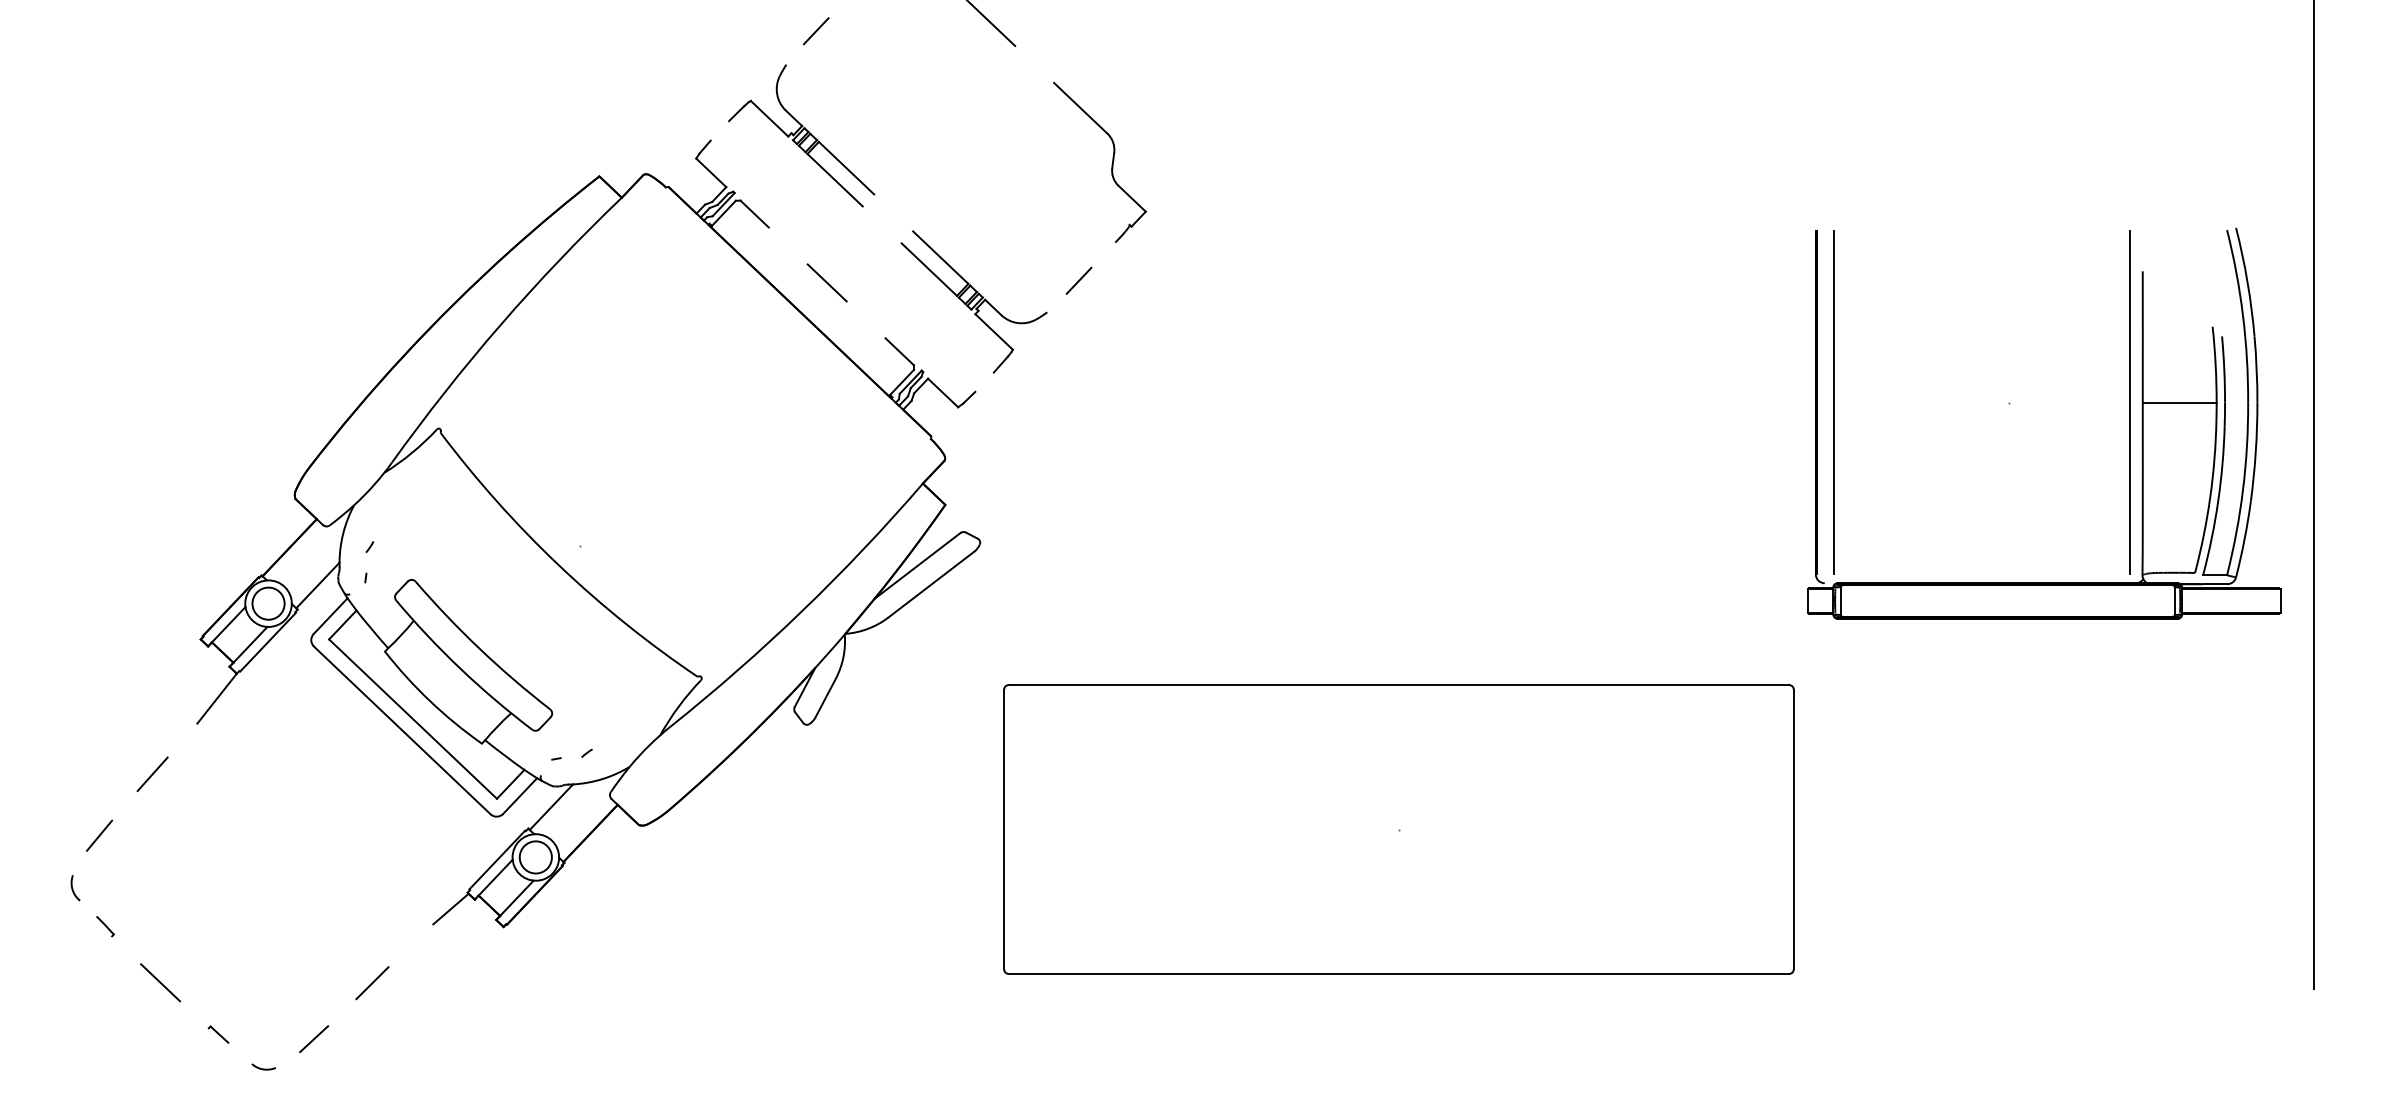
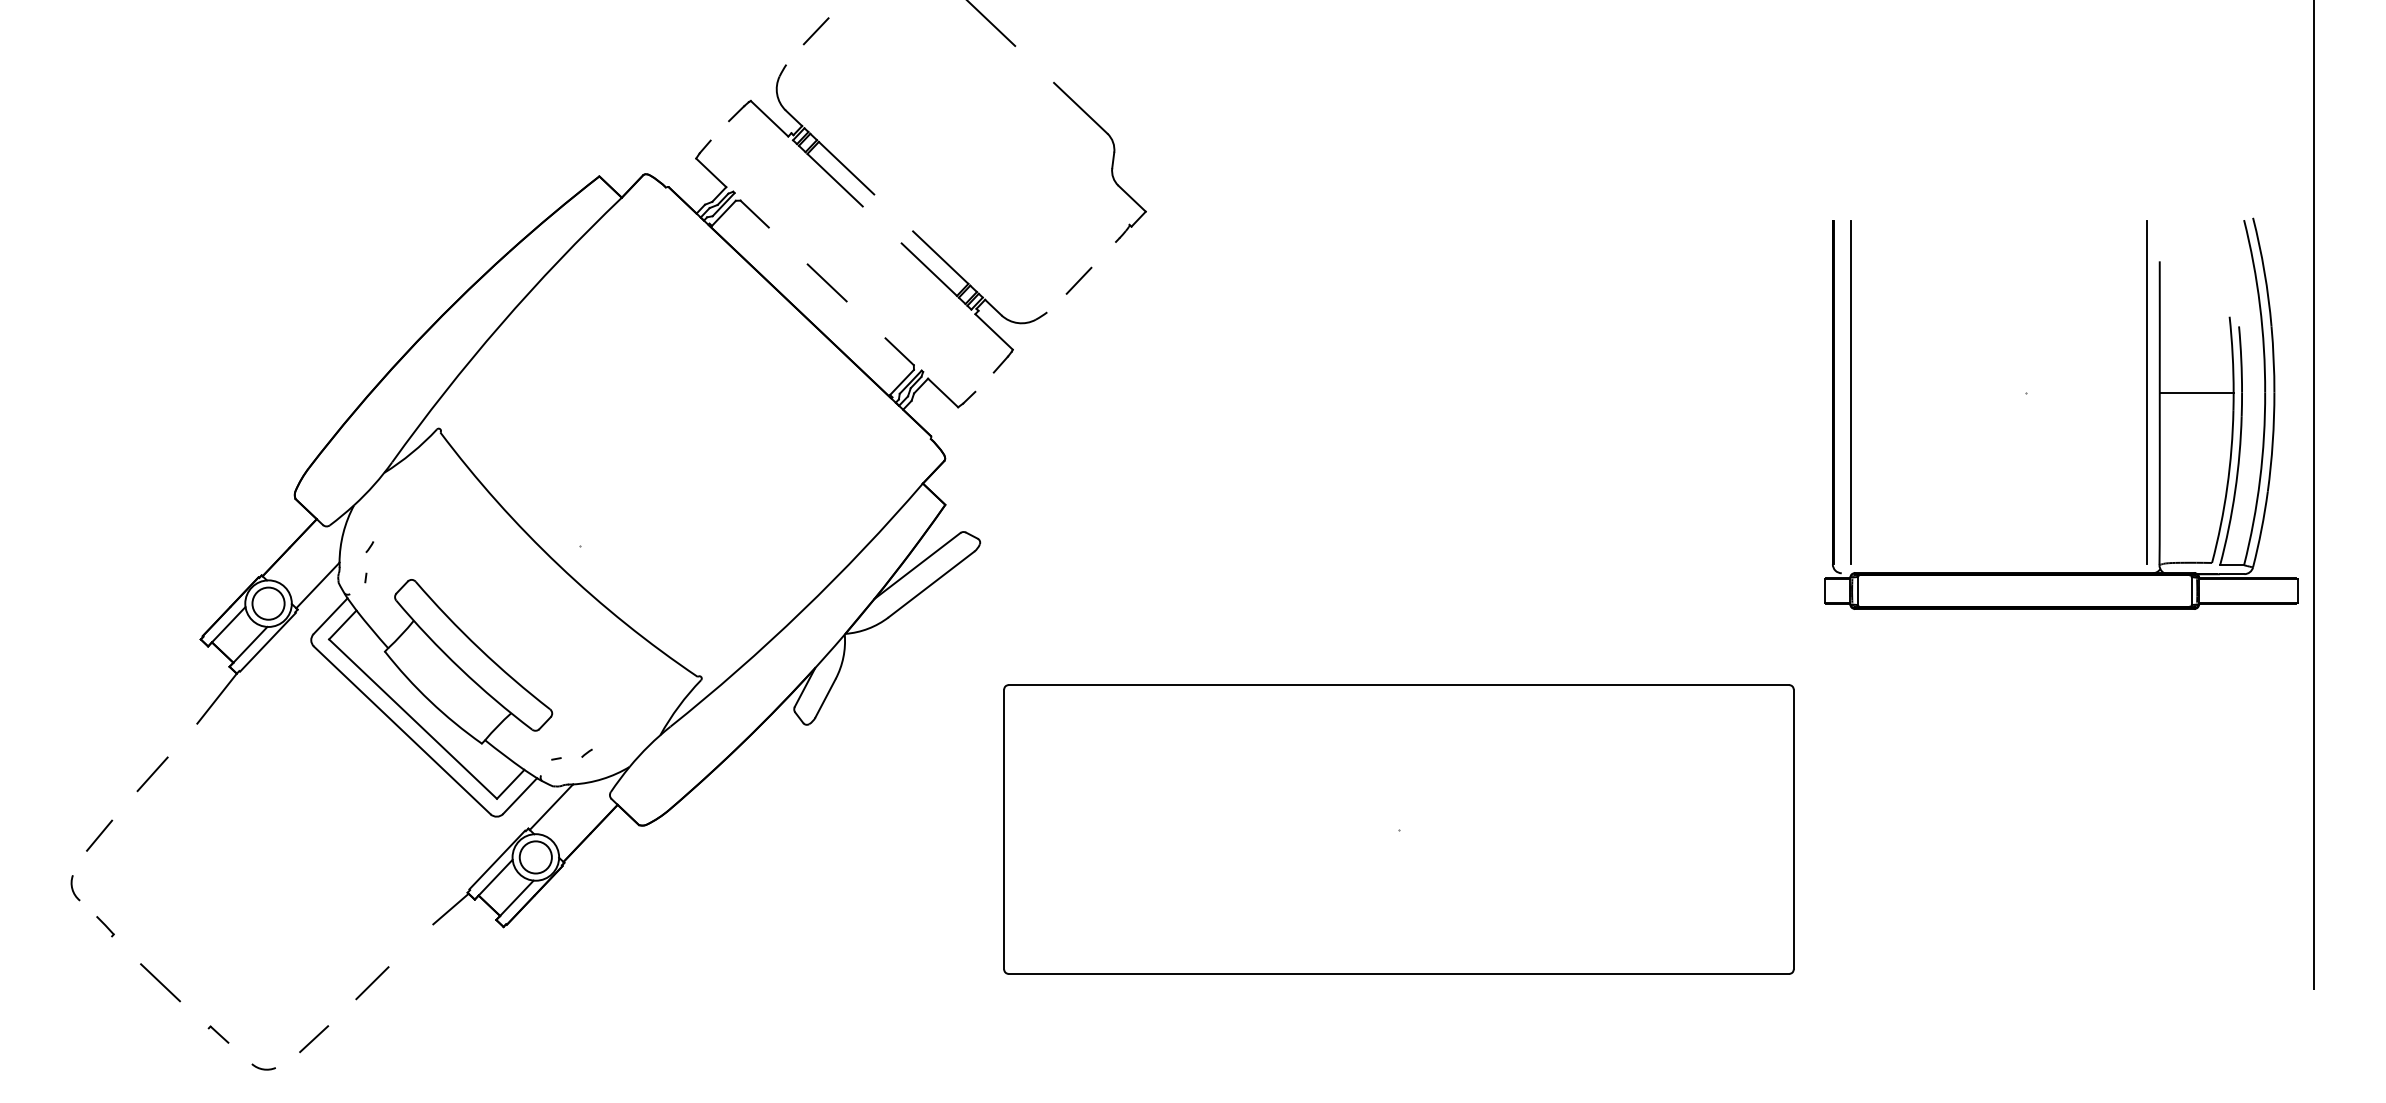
part at (2010, 403) position: (2010, 403) -> (2027, 393)
